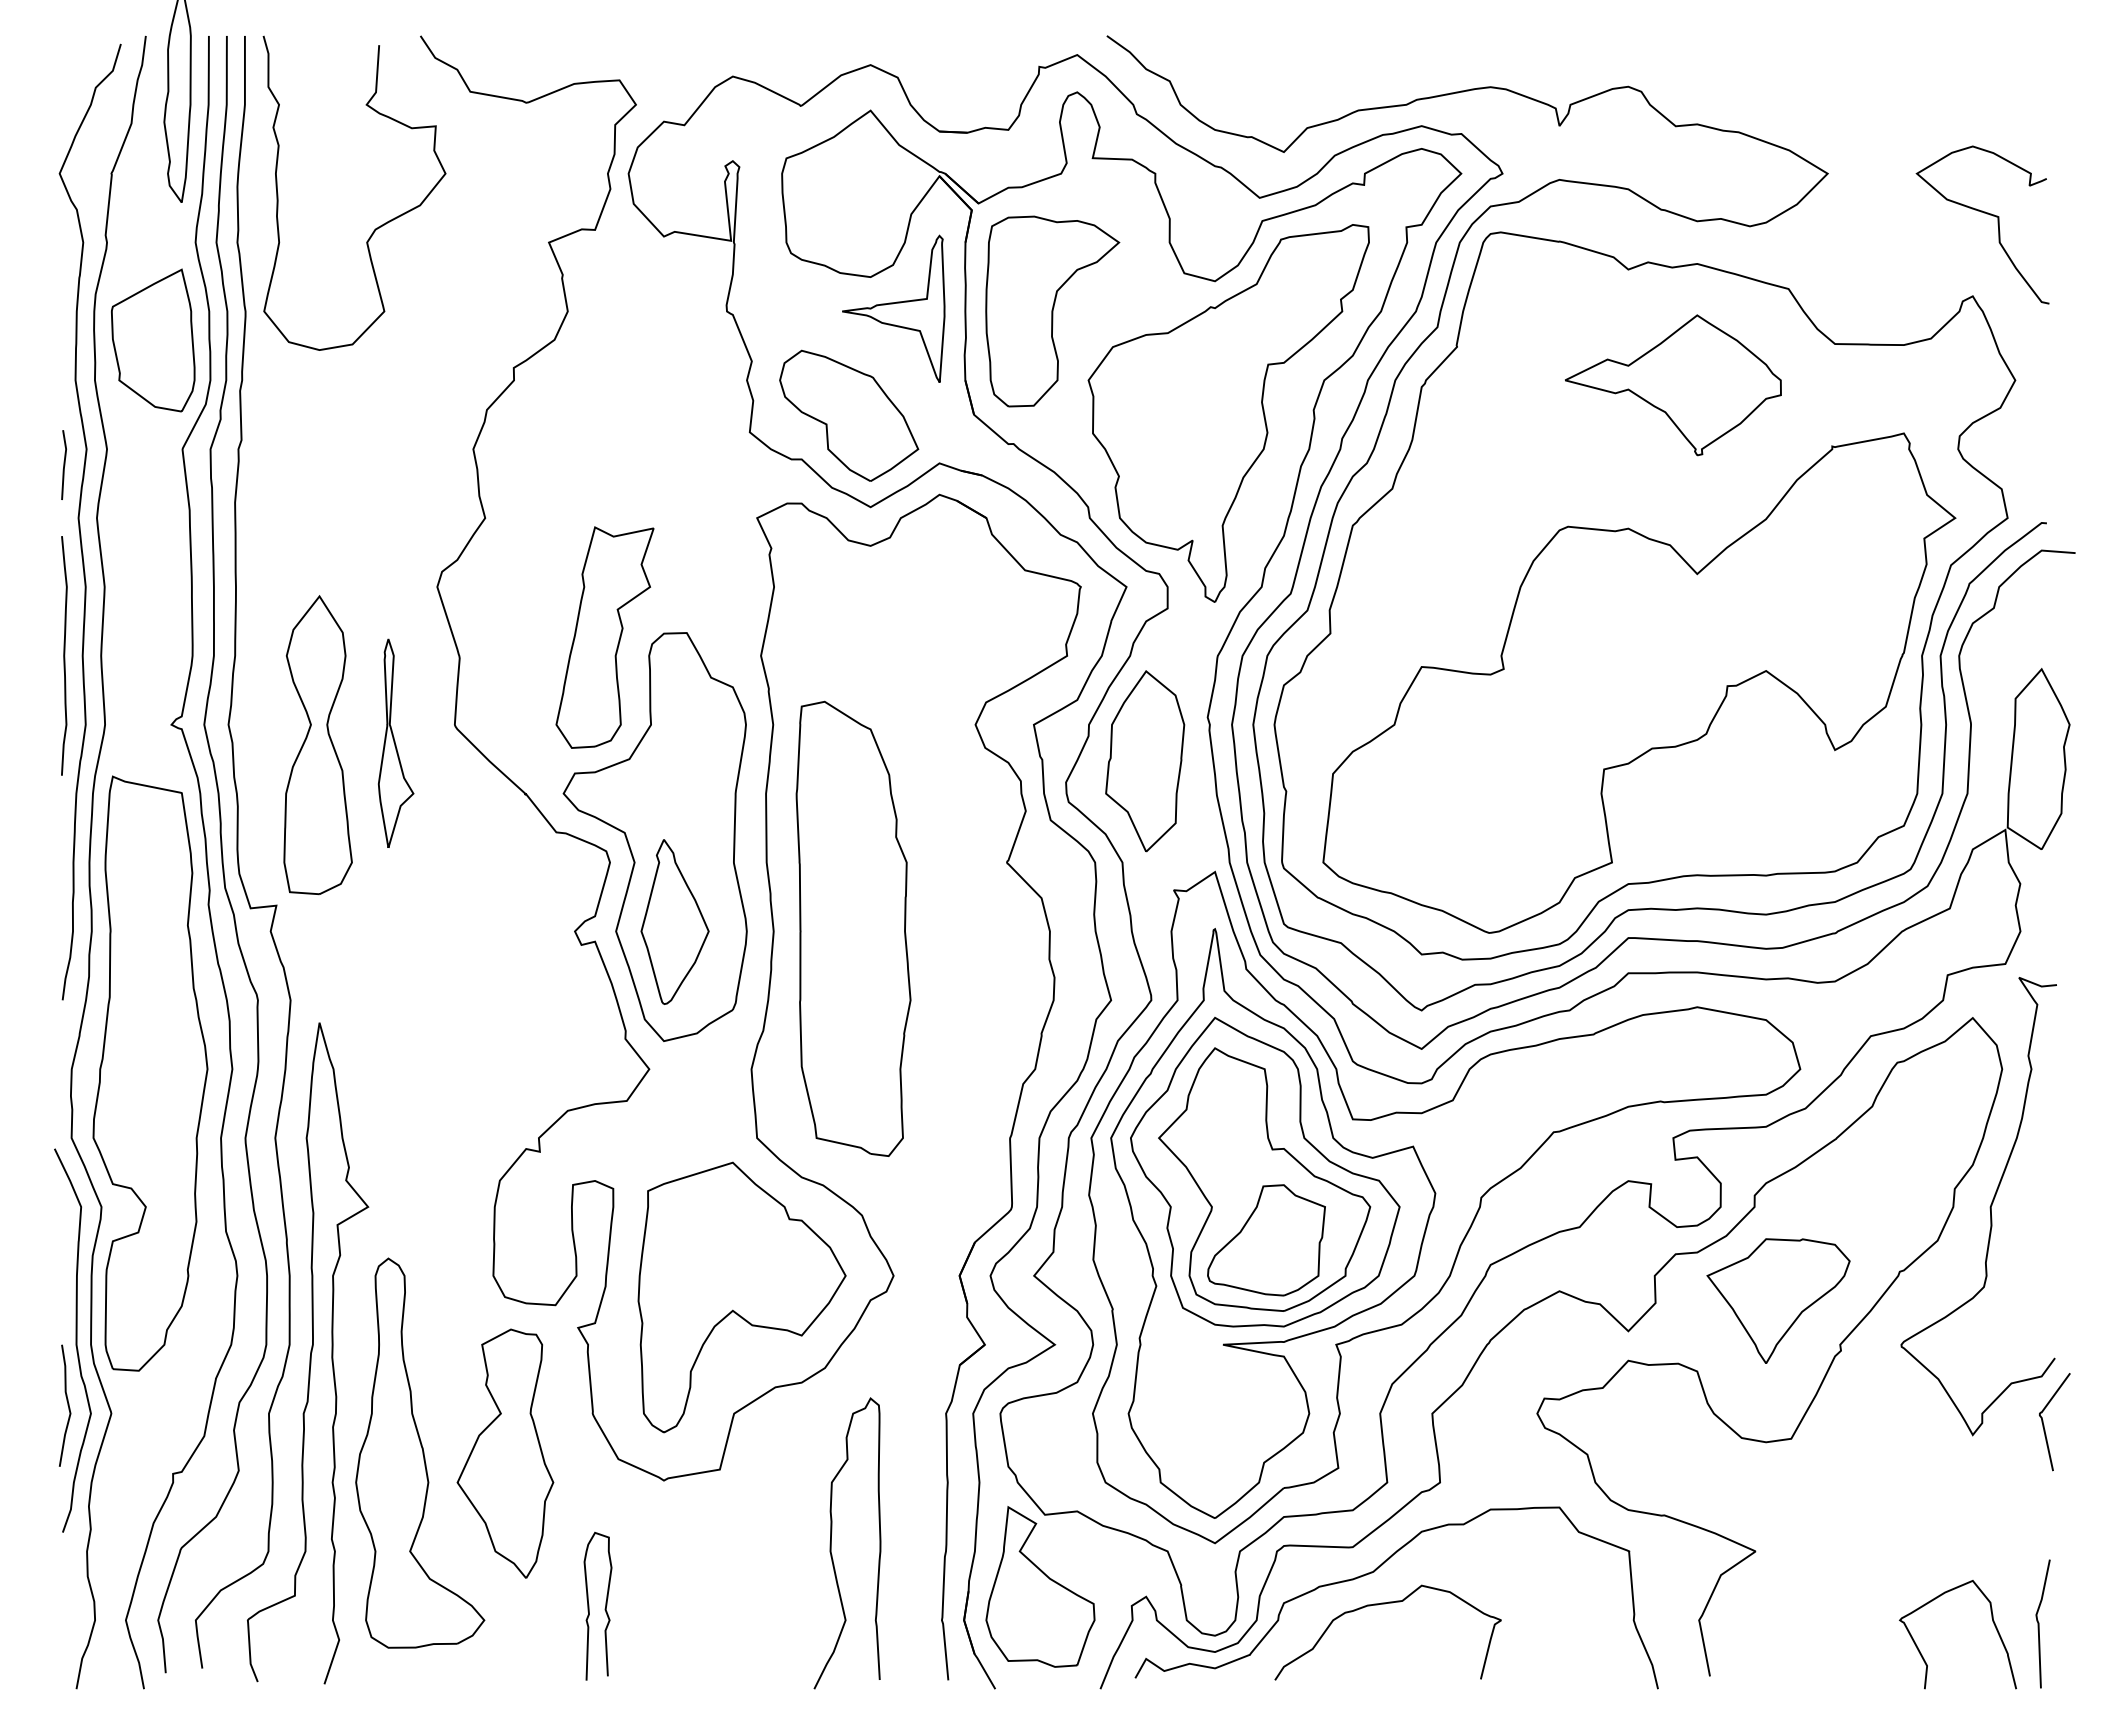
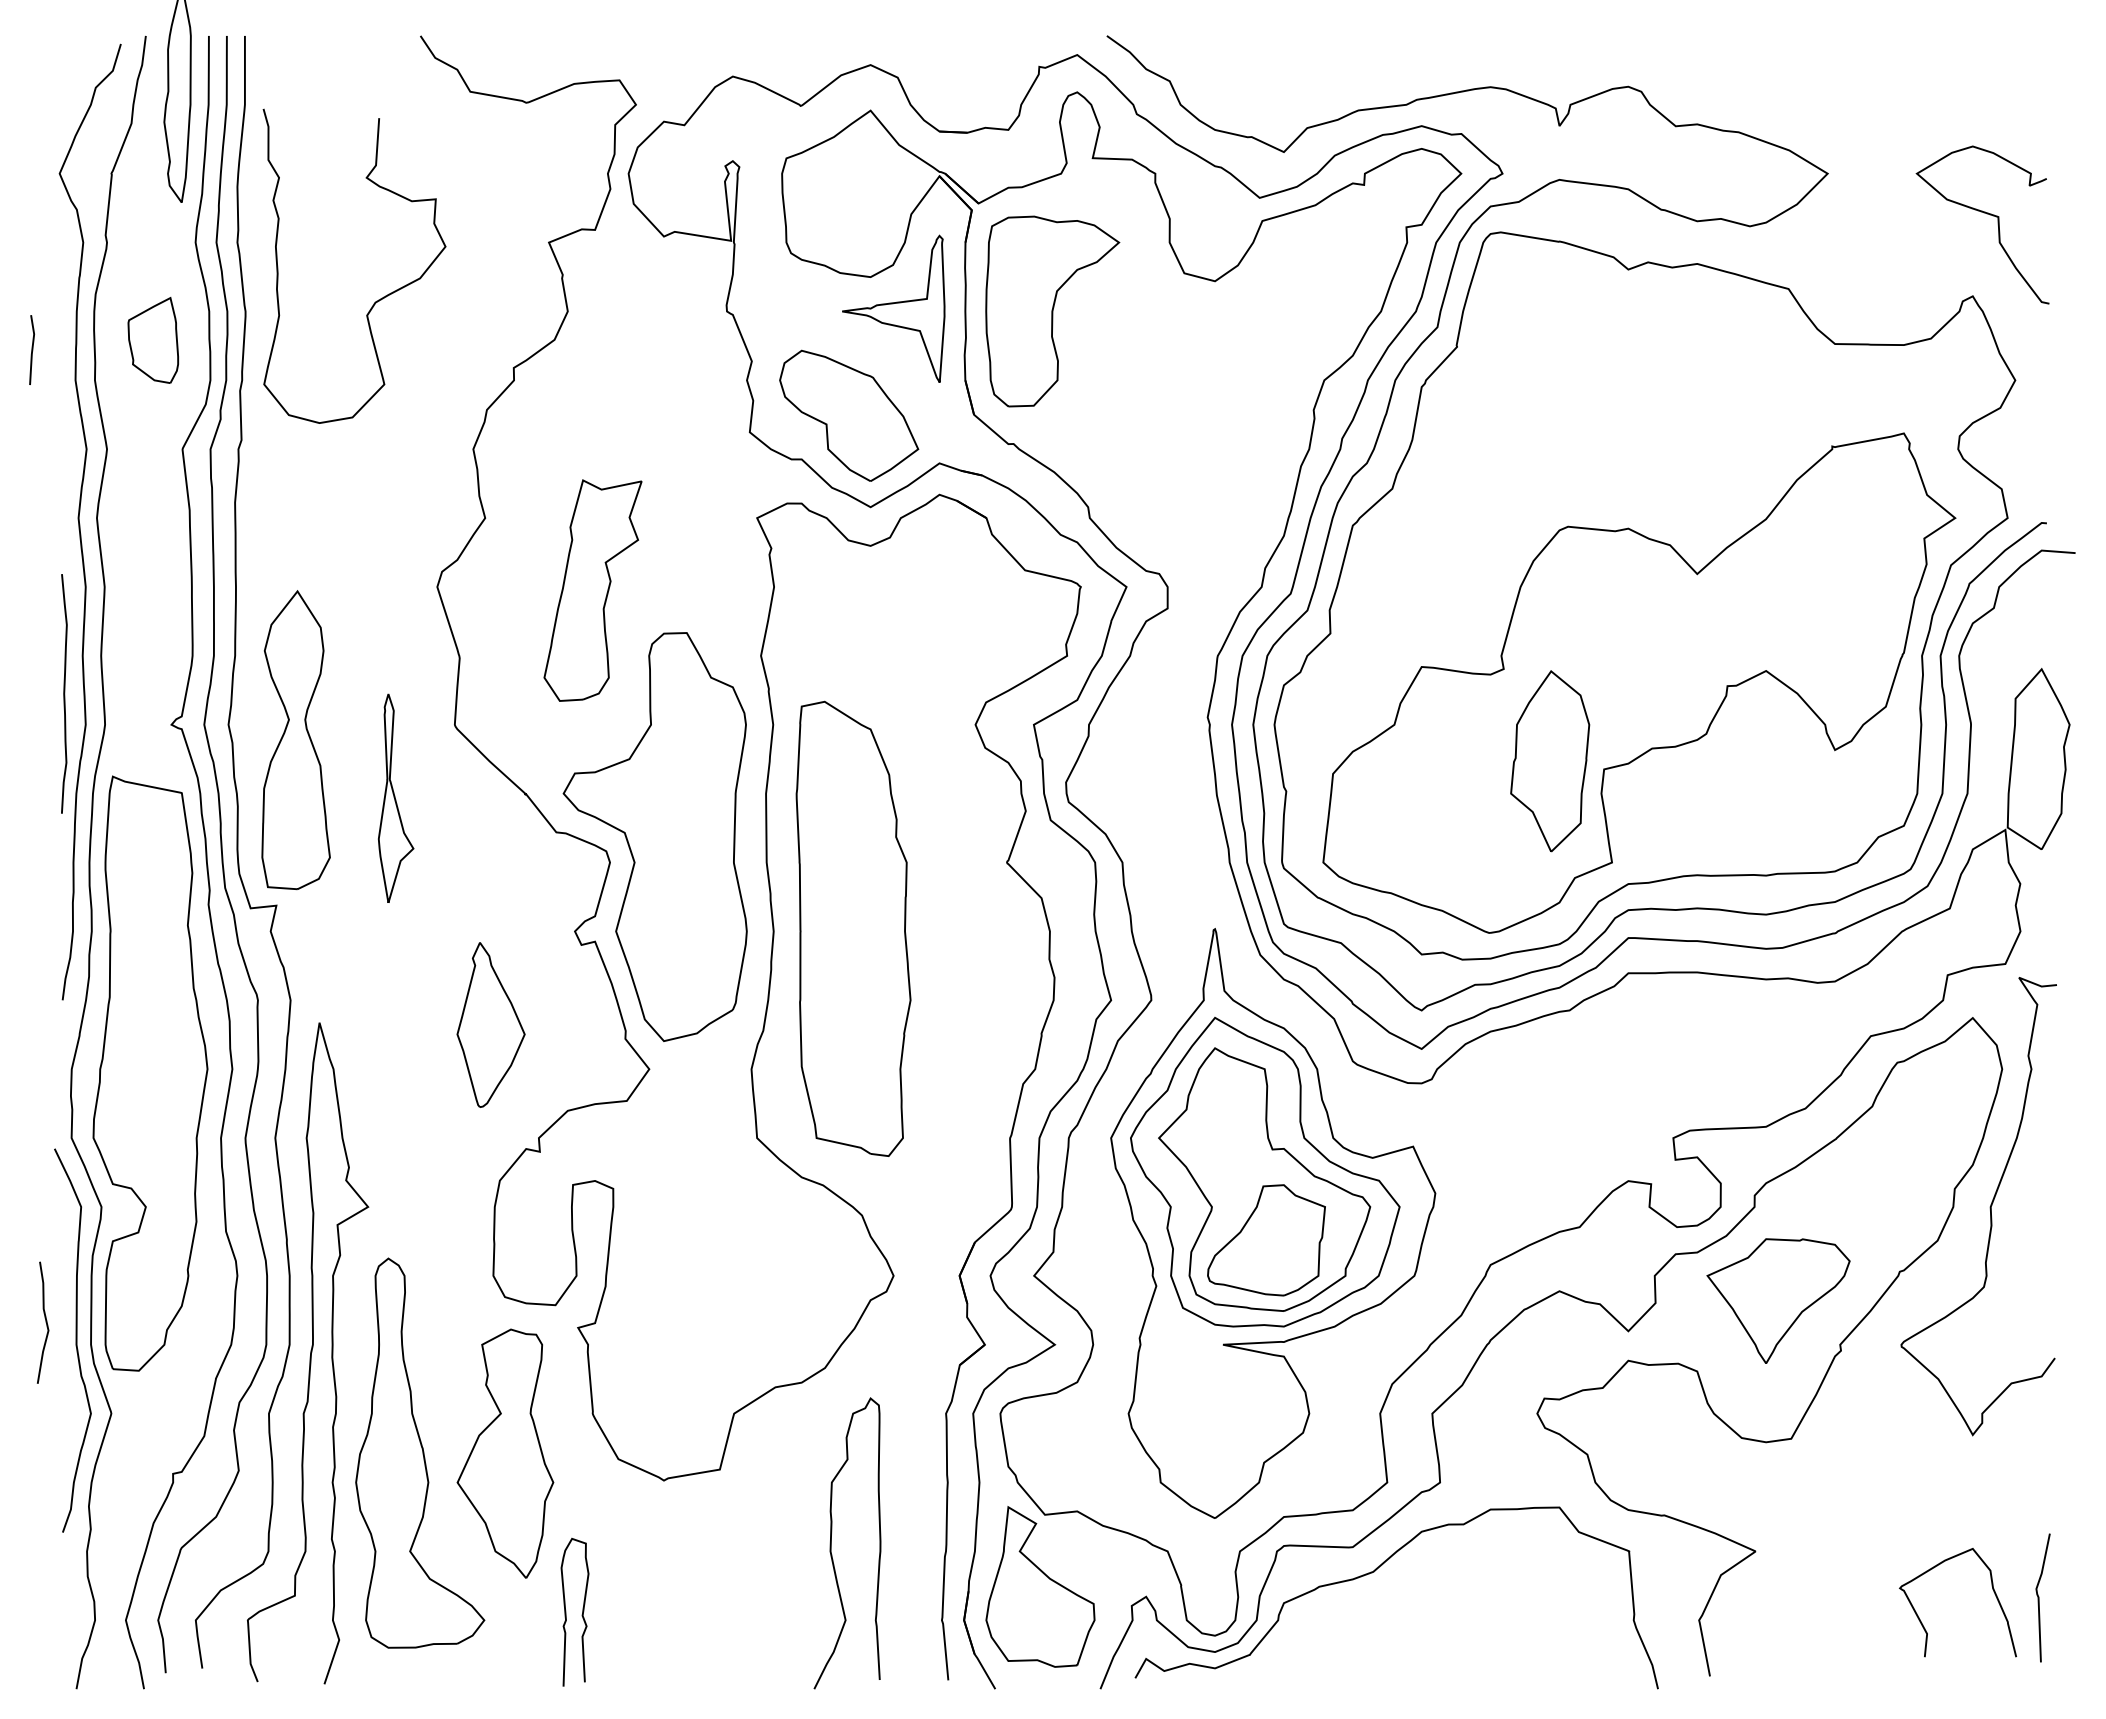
curve at (378, 226) position: (378, 226) -> (378, 299)
part at (153, 340) size: 85x145 px -> 52x87 px
part at (1673, 385): present -> none
part at (1228, 413): present -> none
line at (63, 464) position: (63, 464) -> (31, 349)
part at (604, 637) position: (604, 637) -> (592, 590)
curve at (64, 655) position: (64, 655) -> (64, 693)
part at (395, 742) position: (395, 742) -> (395, 797)
part at (317, 745) position: (317, 745) -> (295, 740)
part at (1145, 761) position: (1145, 761) -> (1550, 761)
part at (674, 921) position: (674, 921) -> (490, 1024)
part at (1444, 1207): present -> none
part at (741, 1297): present -> none
curve at (67, 1405) position: (67, 1405) -> (45, 1322)
curve at (2044, 1425): present -> none
curve at (1385, 1604): present -> none
curve at (604, 1608) position: (604, 1608) -> (581, 1614)
curve at (1992, 1621) position: (1992, 1621) -> (1992, 1589)
curve at (2039, 1623) position: (2039, 1623) -> (2039, 1597)
